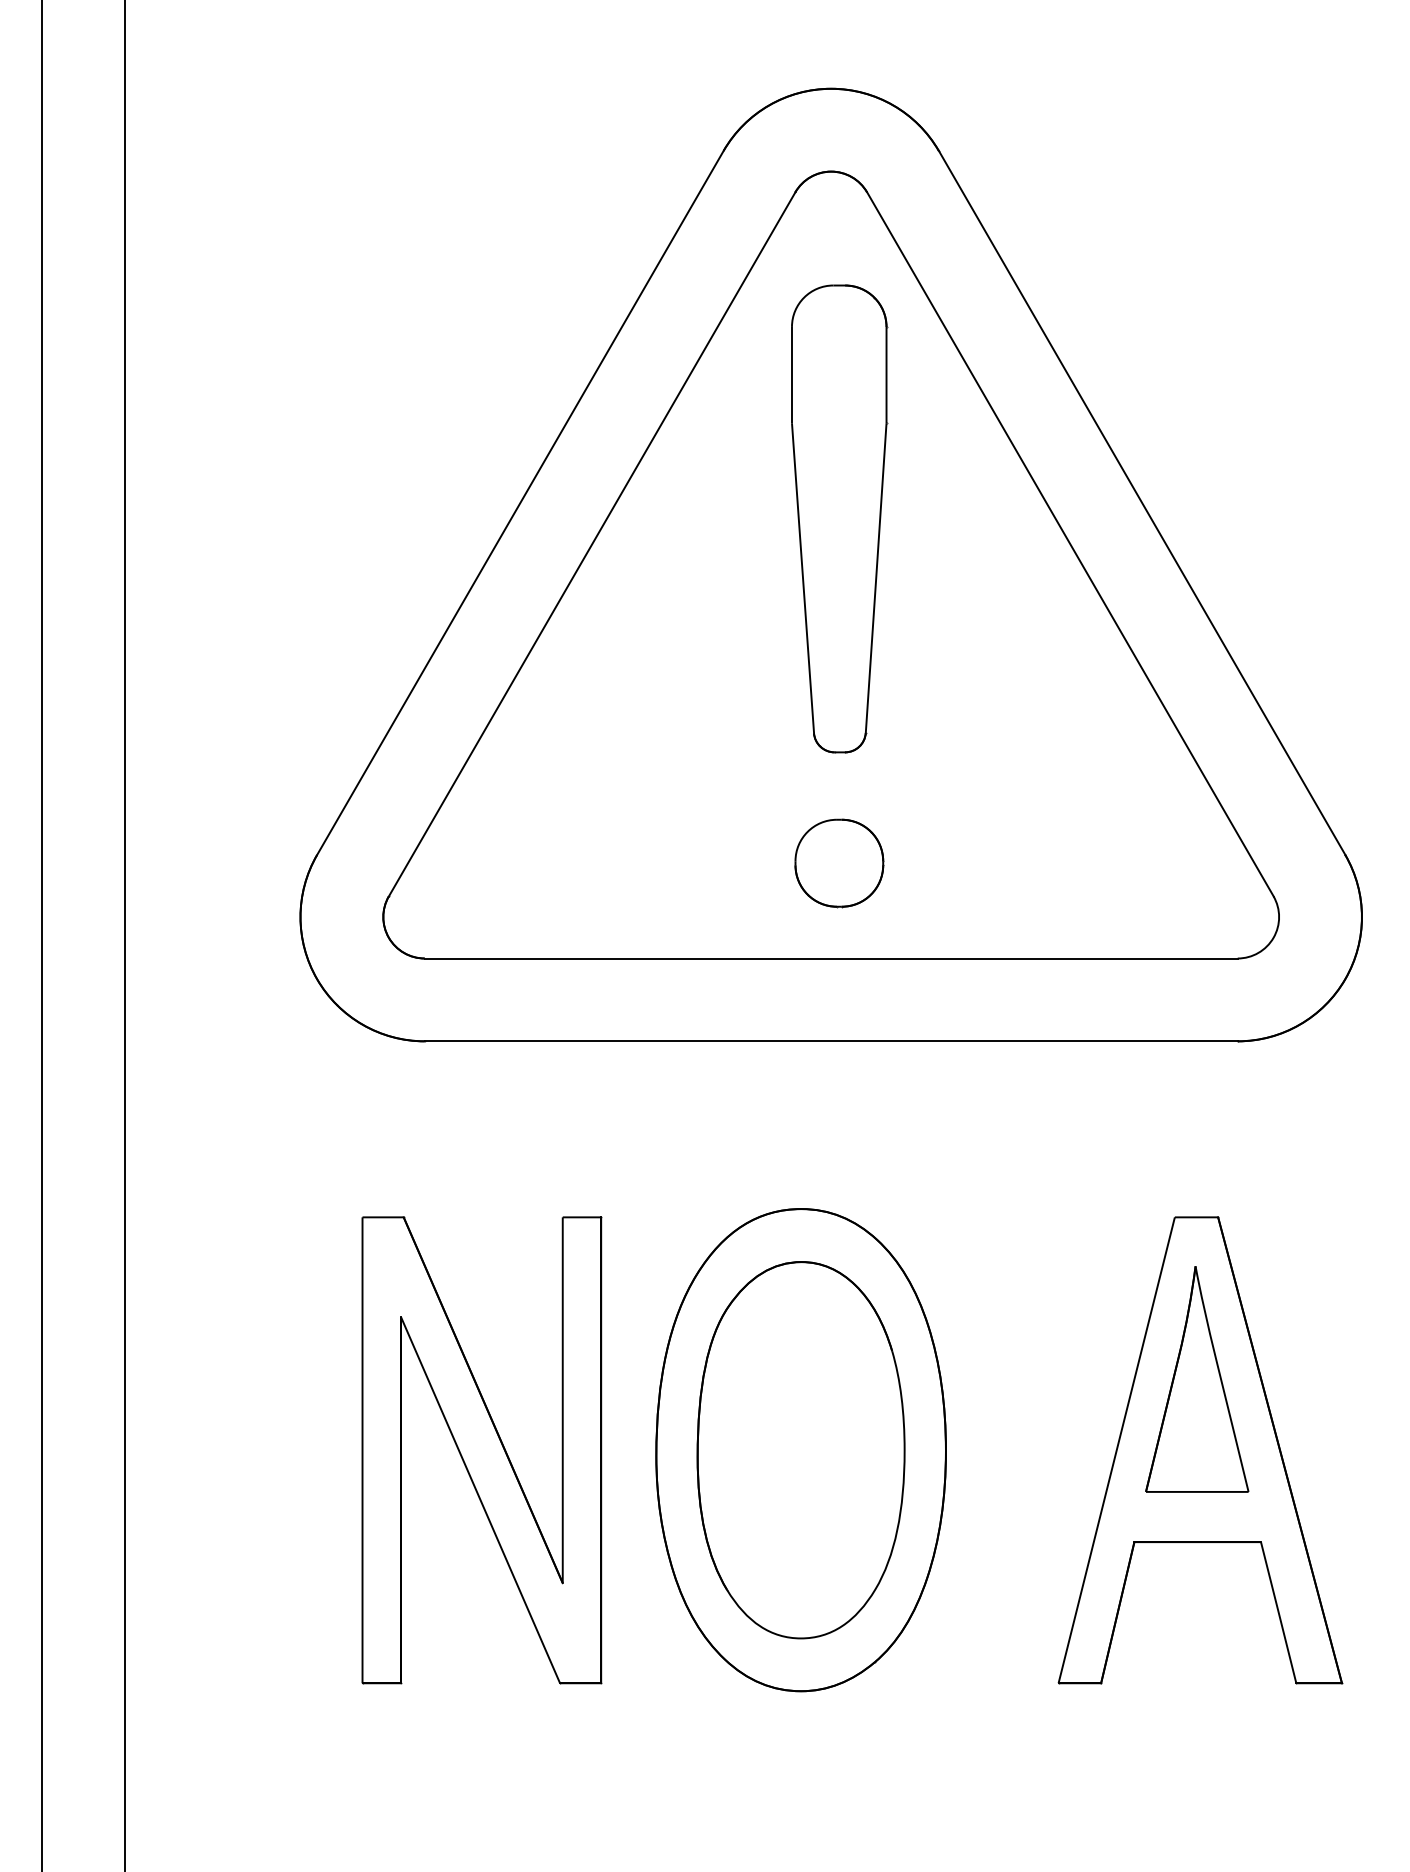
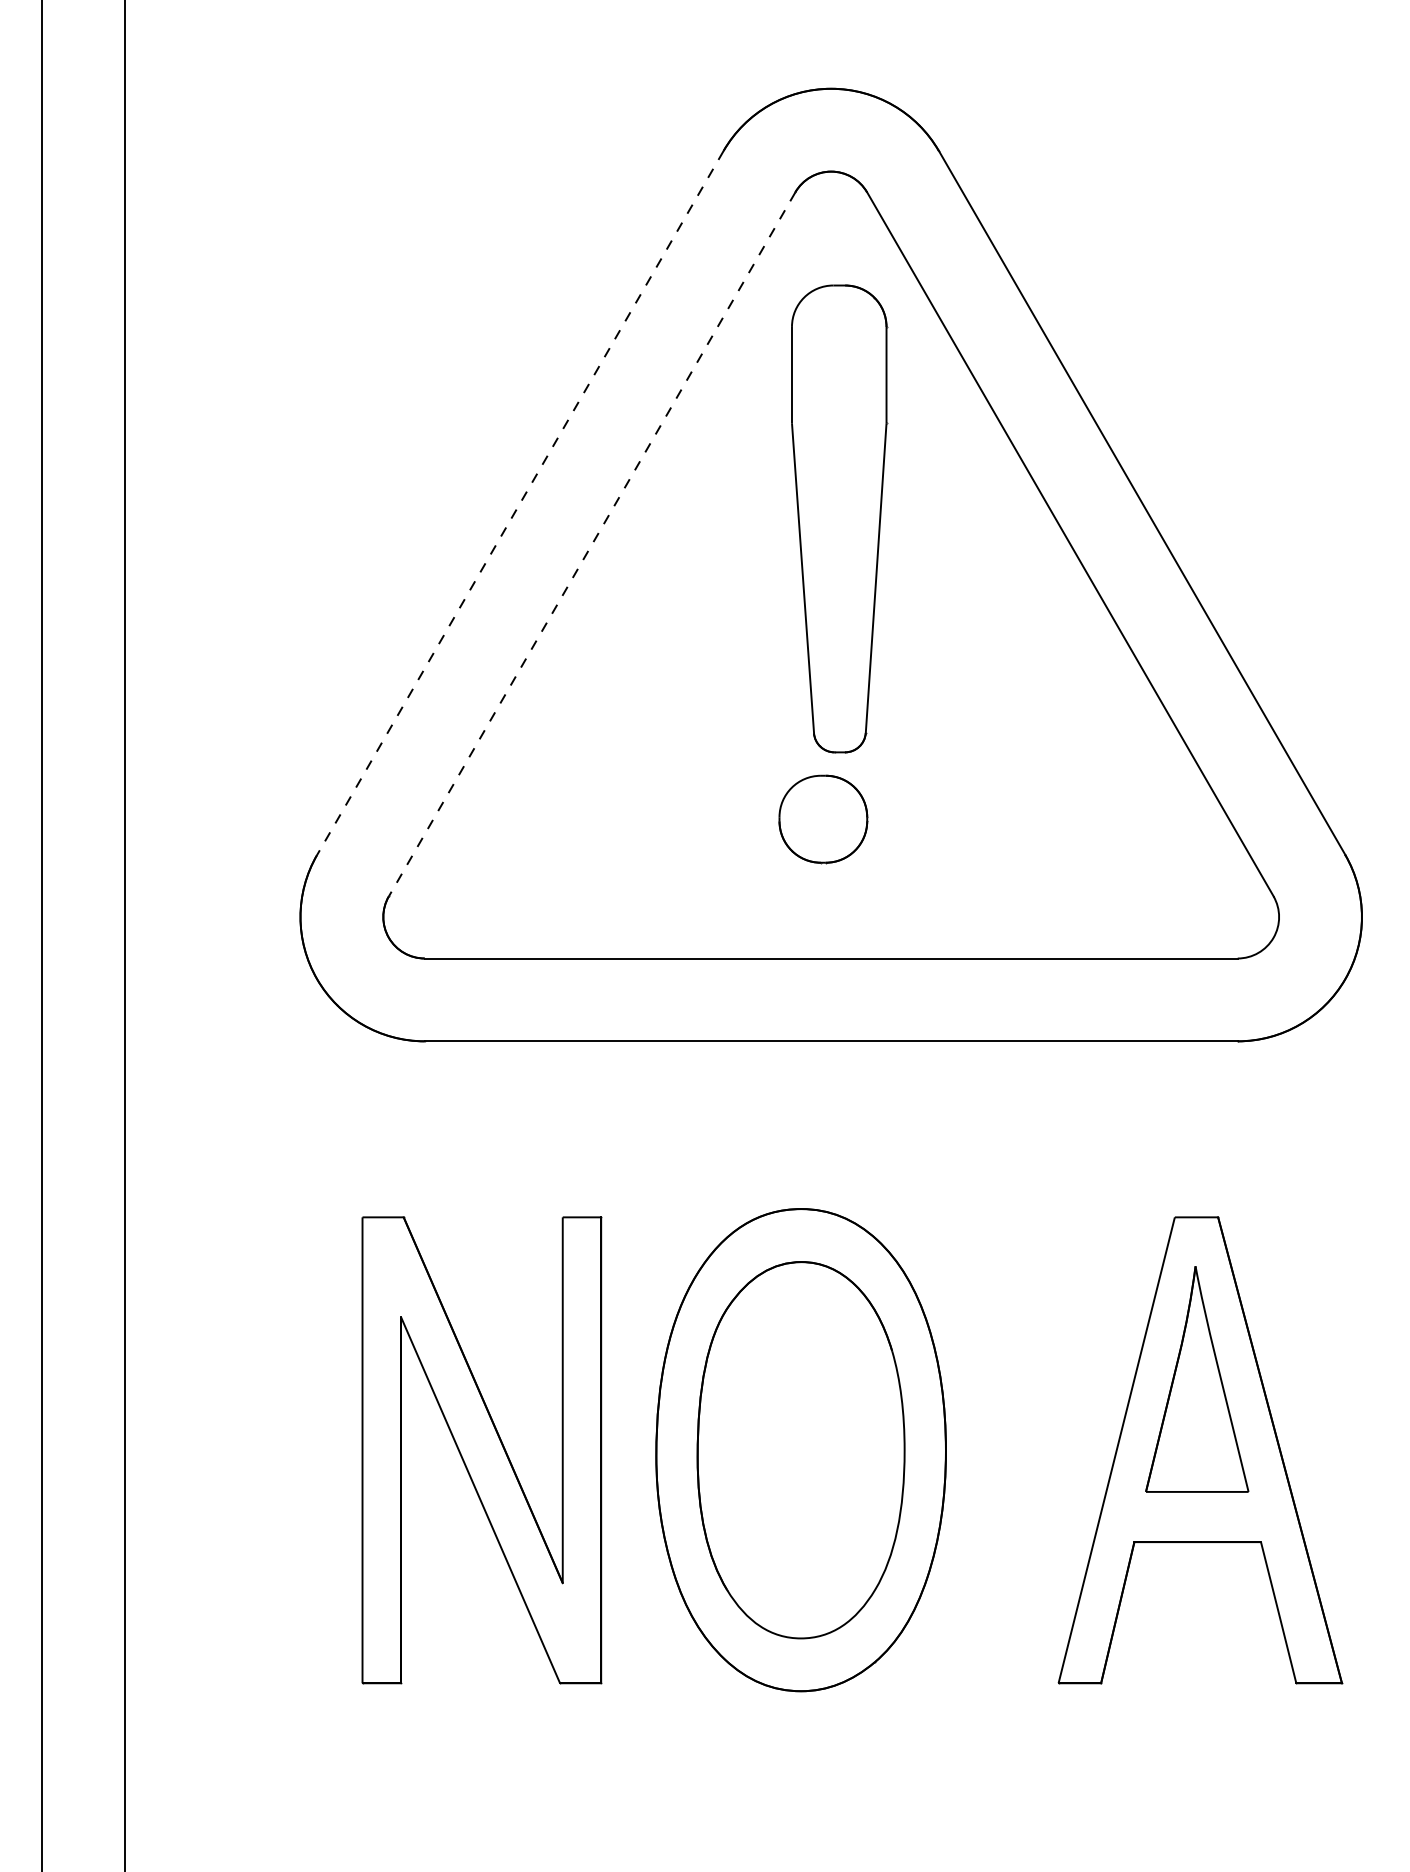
line at (520, 503): solid -> dashed
line at (591, 544): solid -> dashed
part at (839, 863) position: (839, 863) -> (823, 819)
